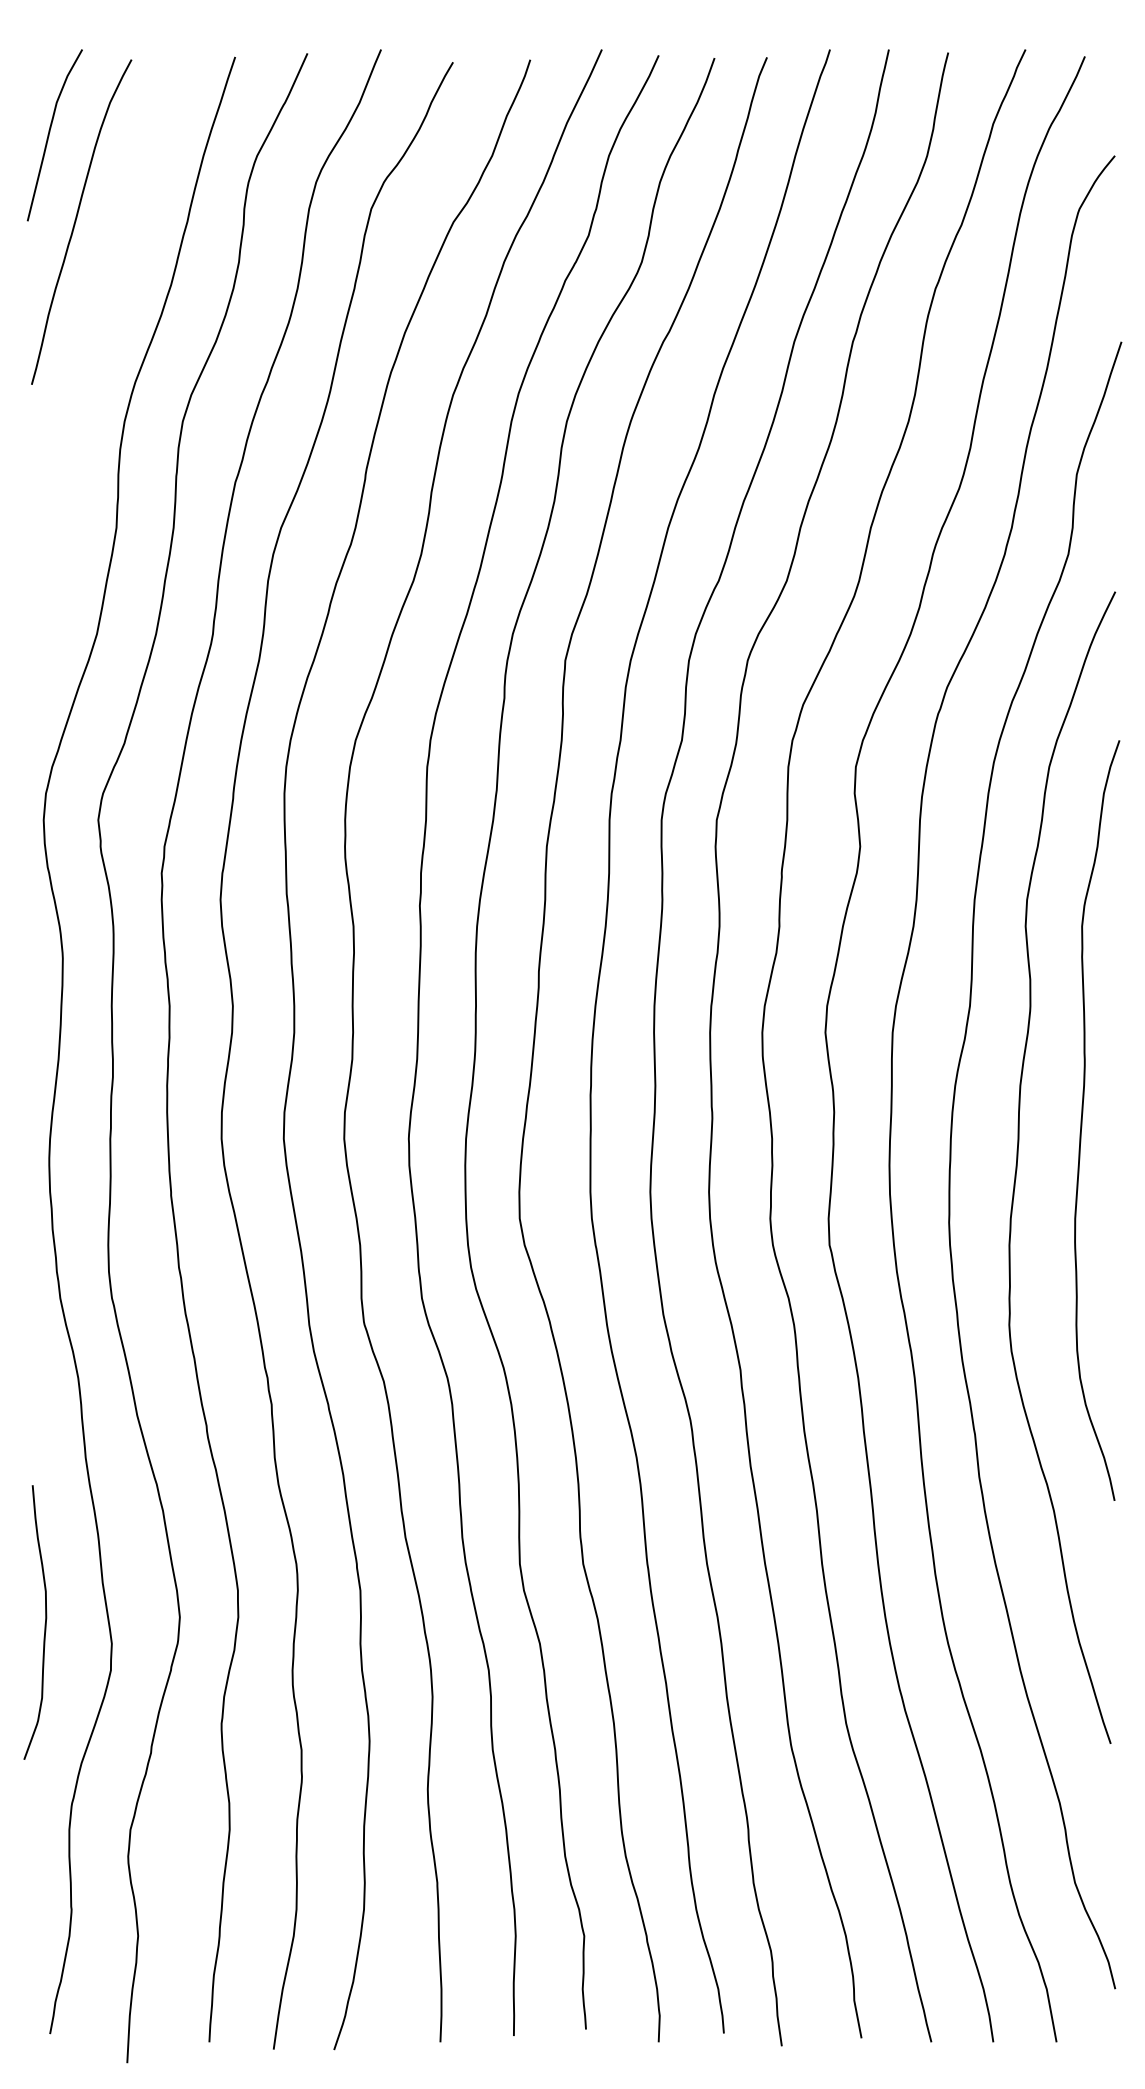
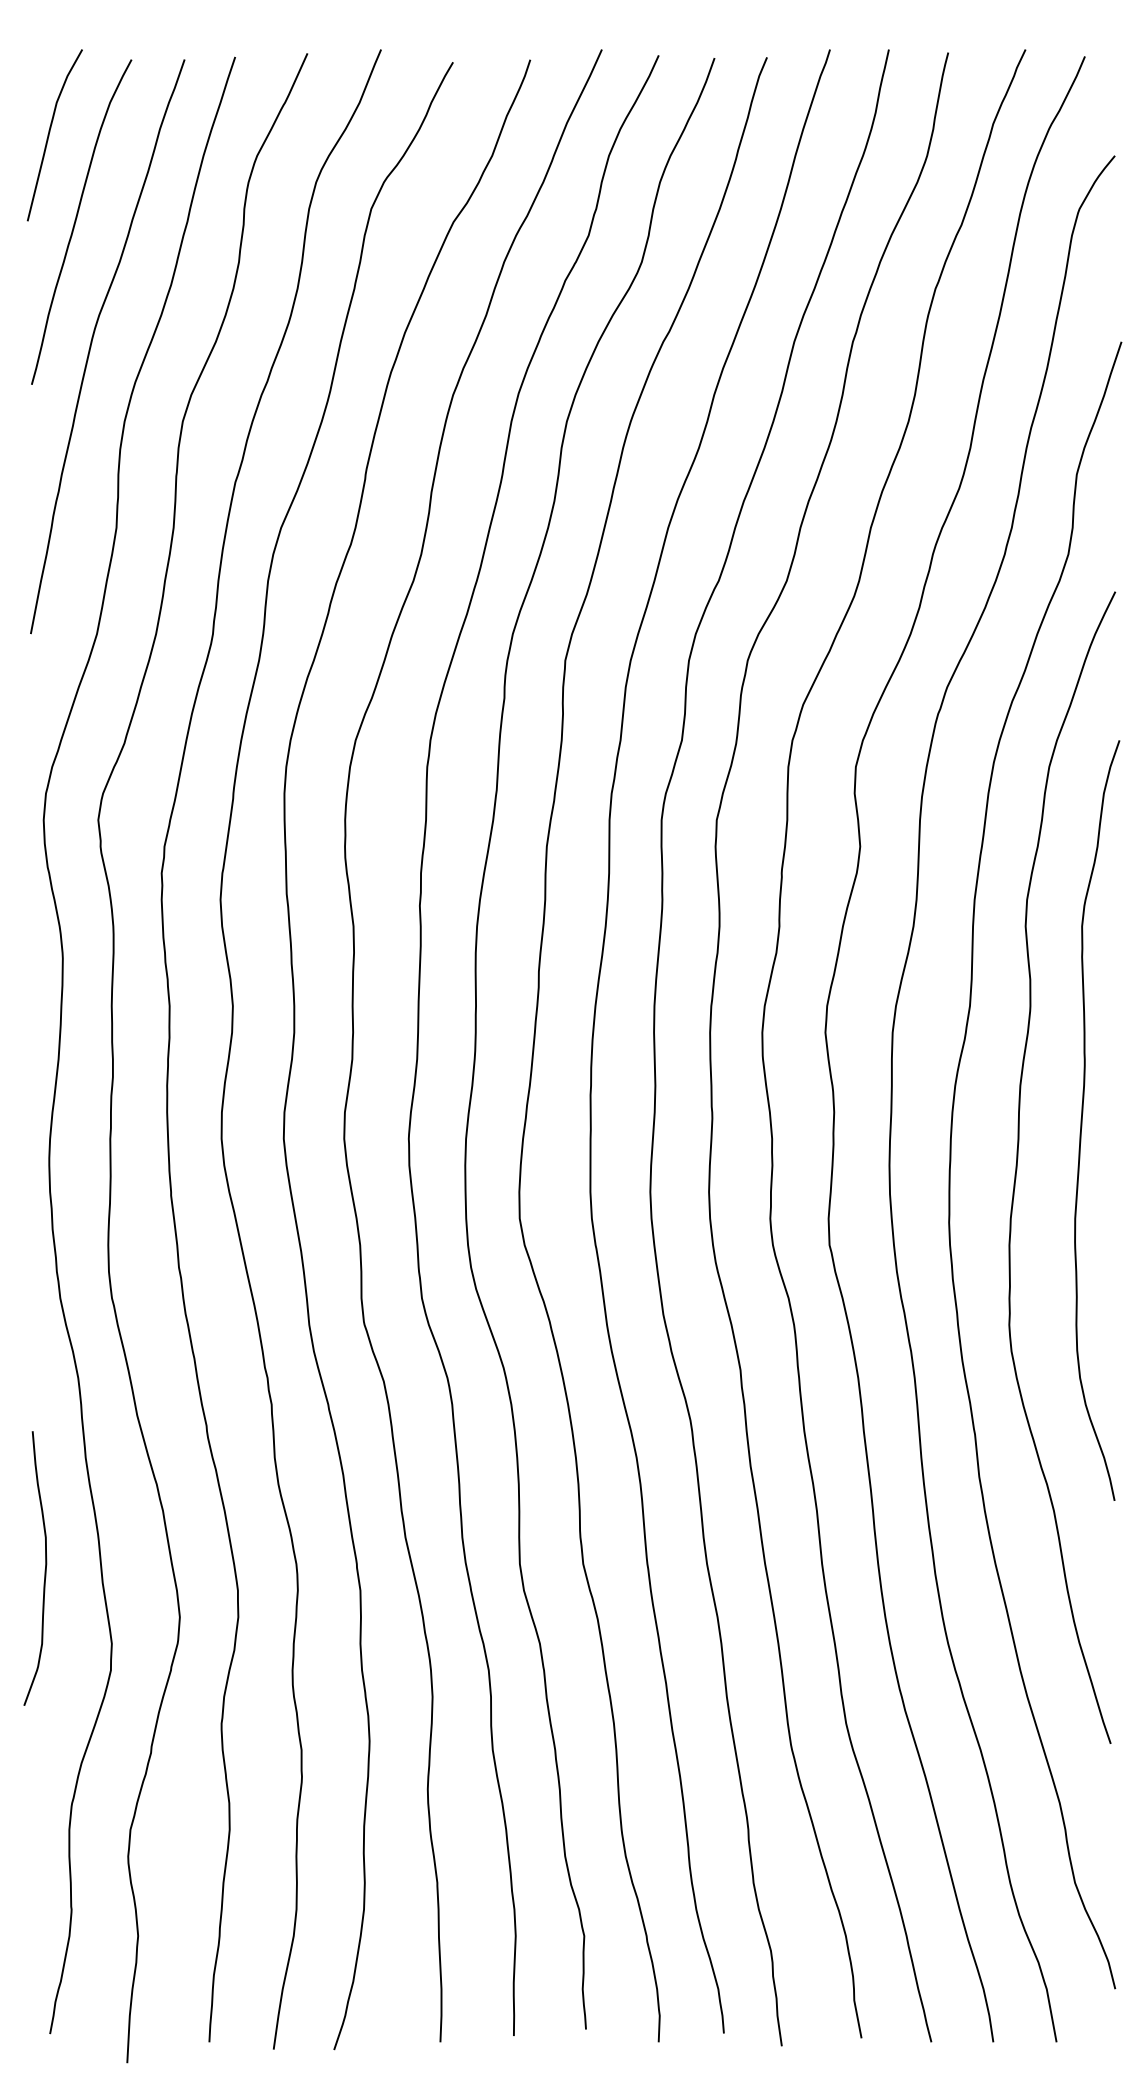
curve at (92, 343): none -> present
curve at (44, 1623) position: (44, 1623) -> (44, 1569)
